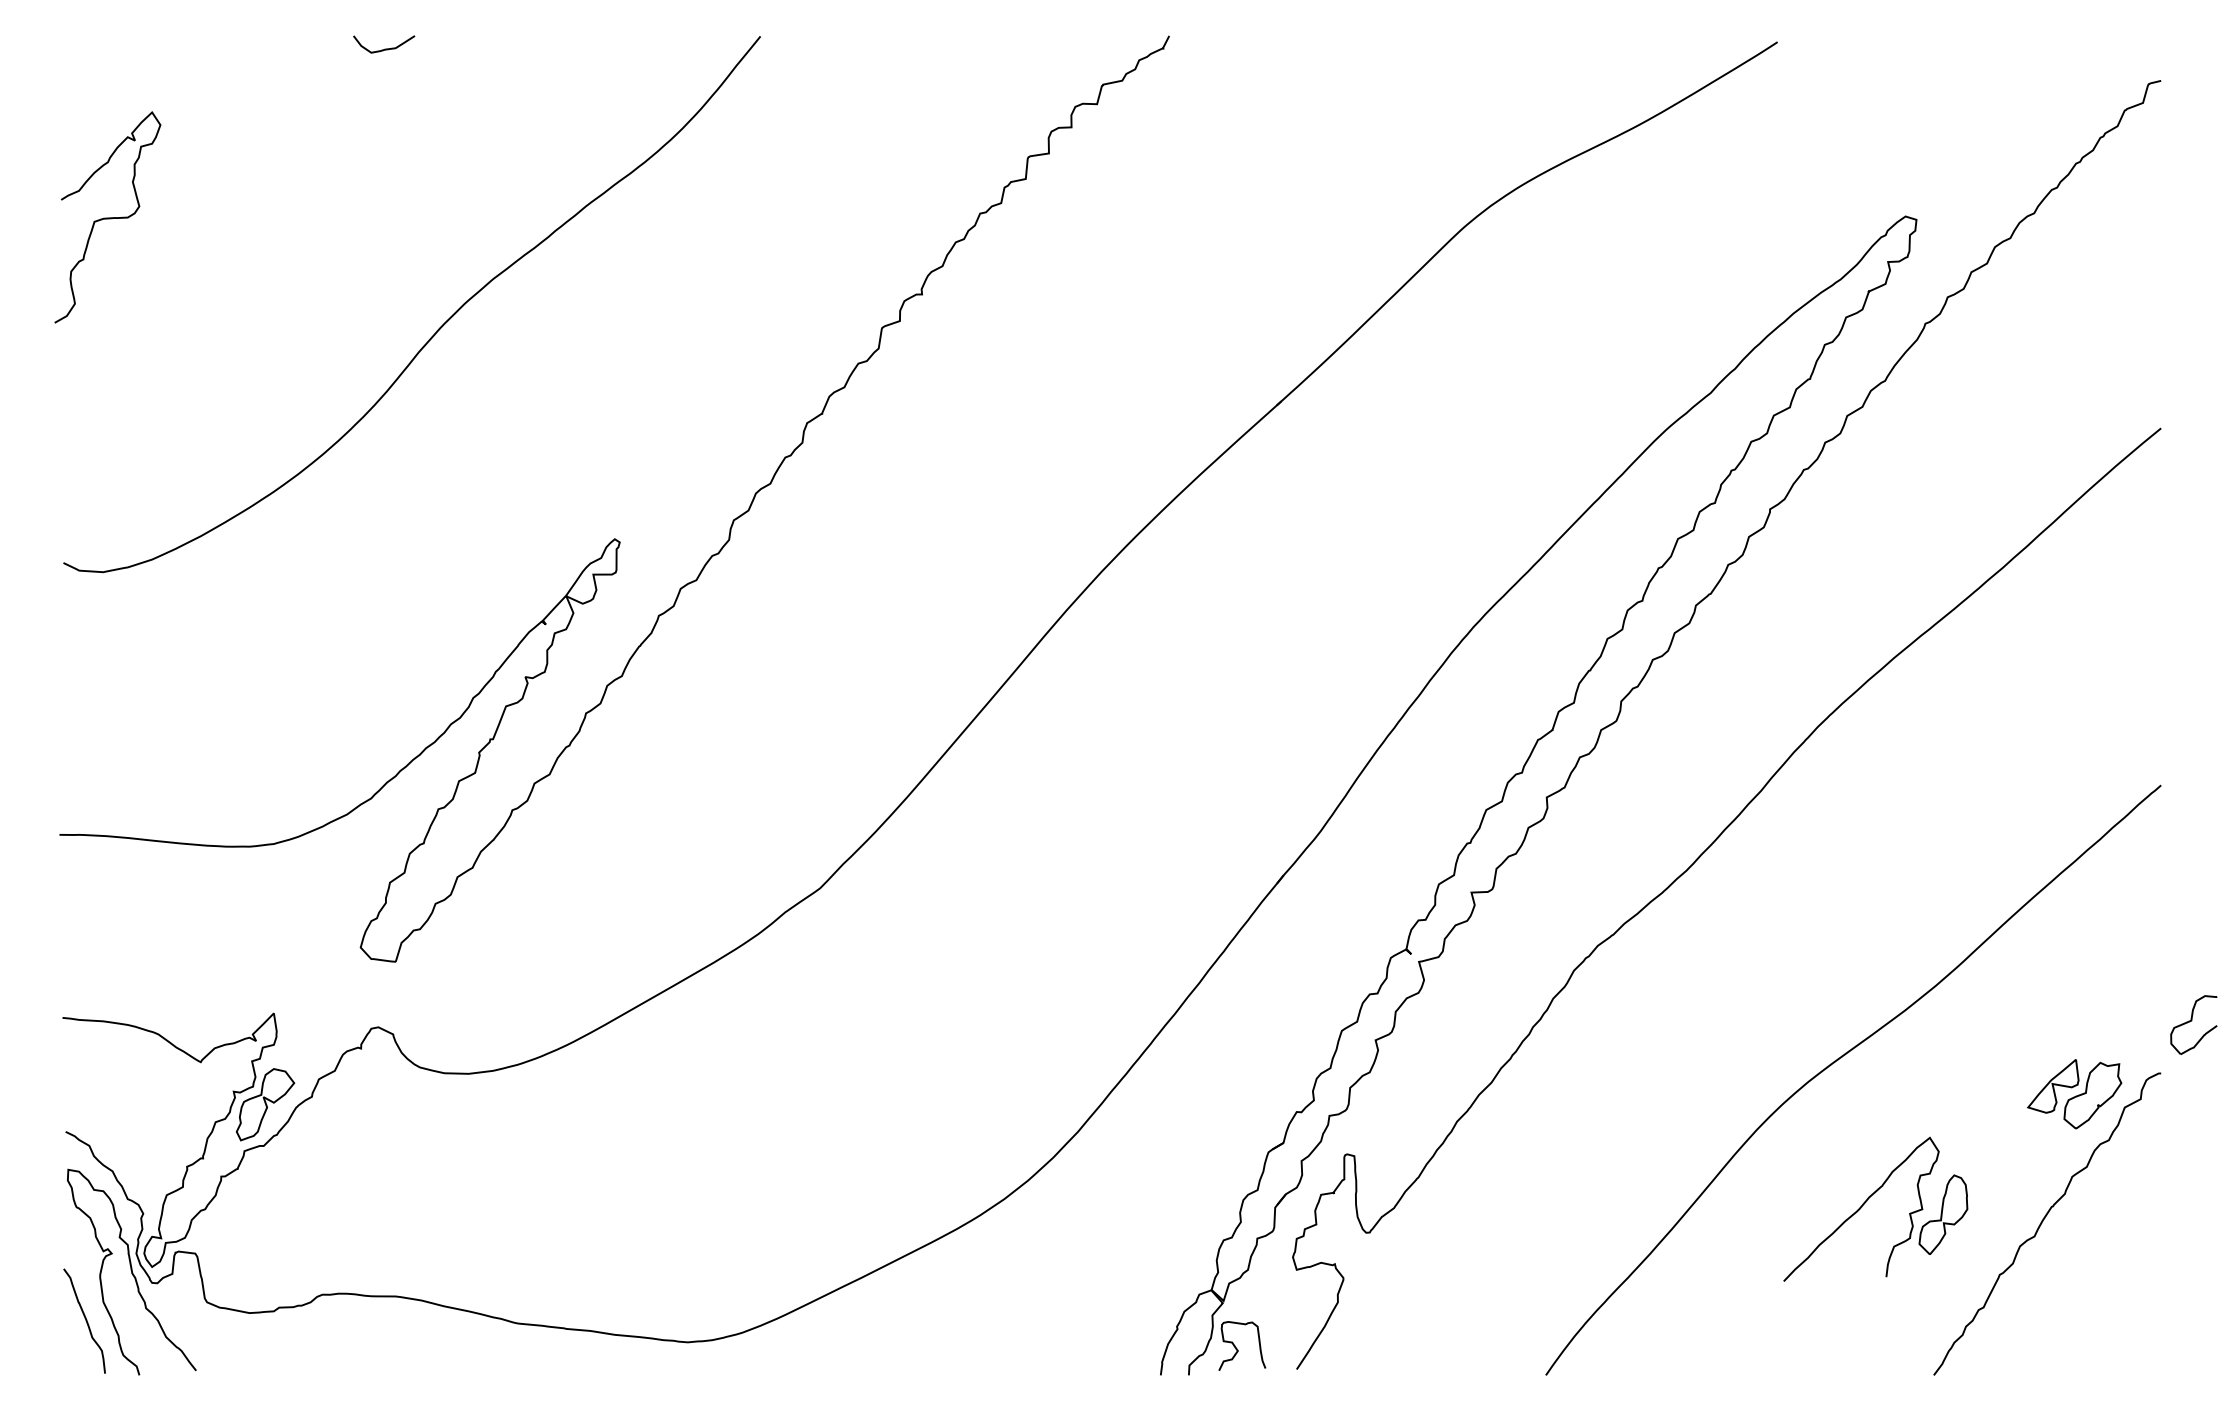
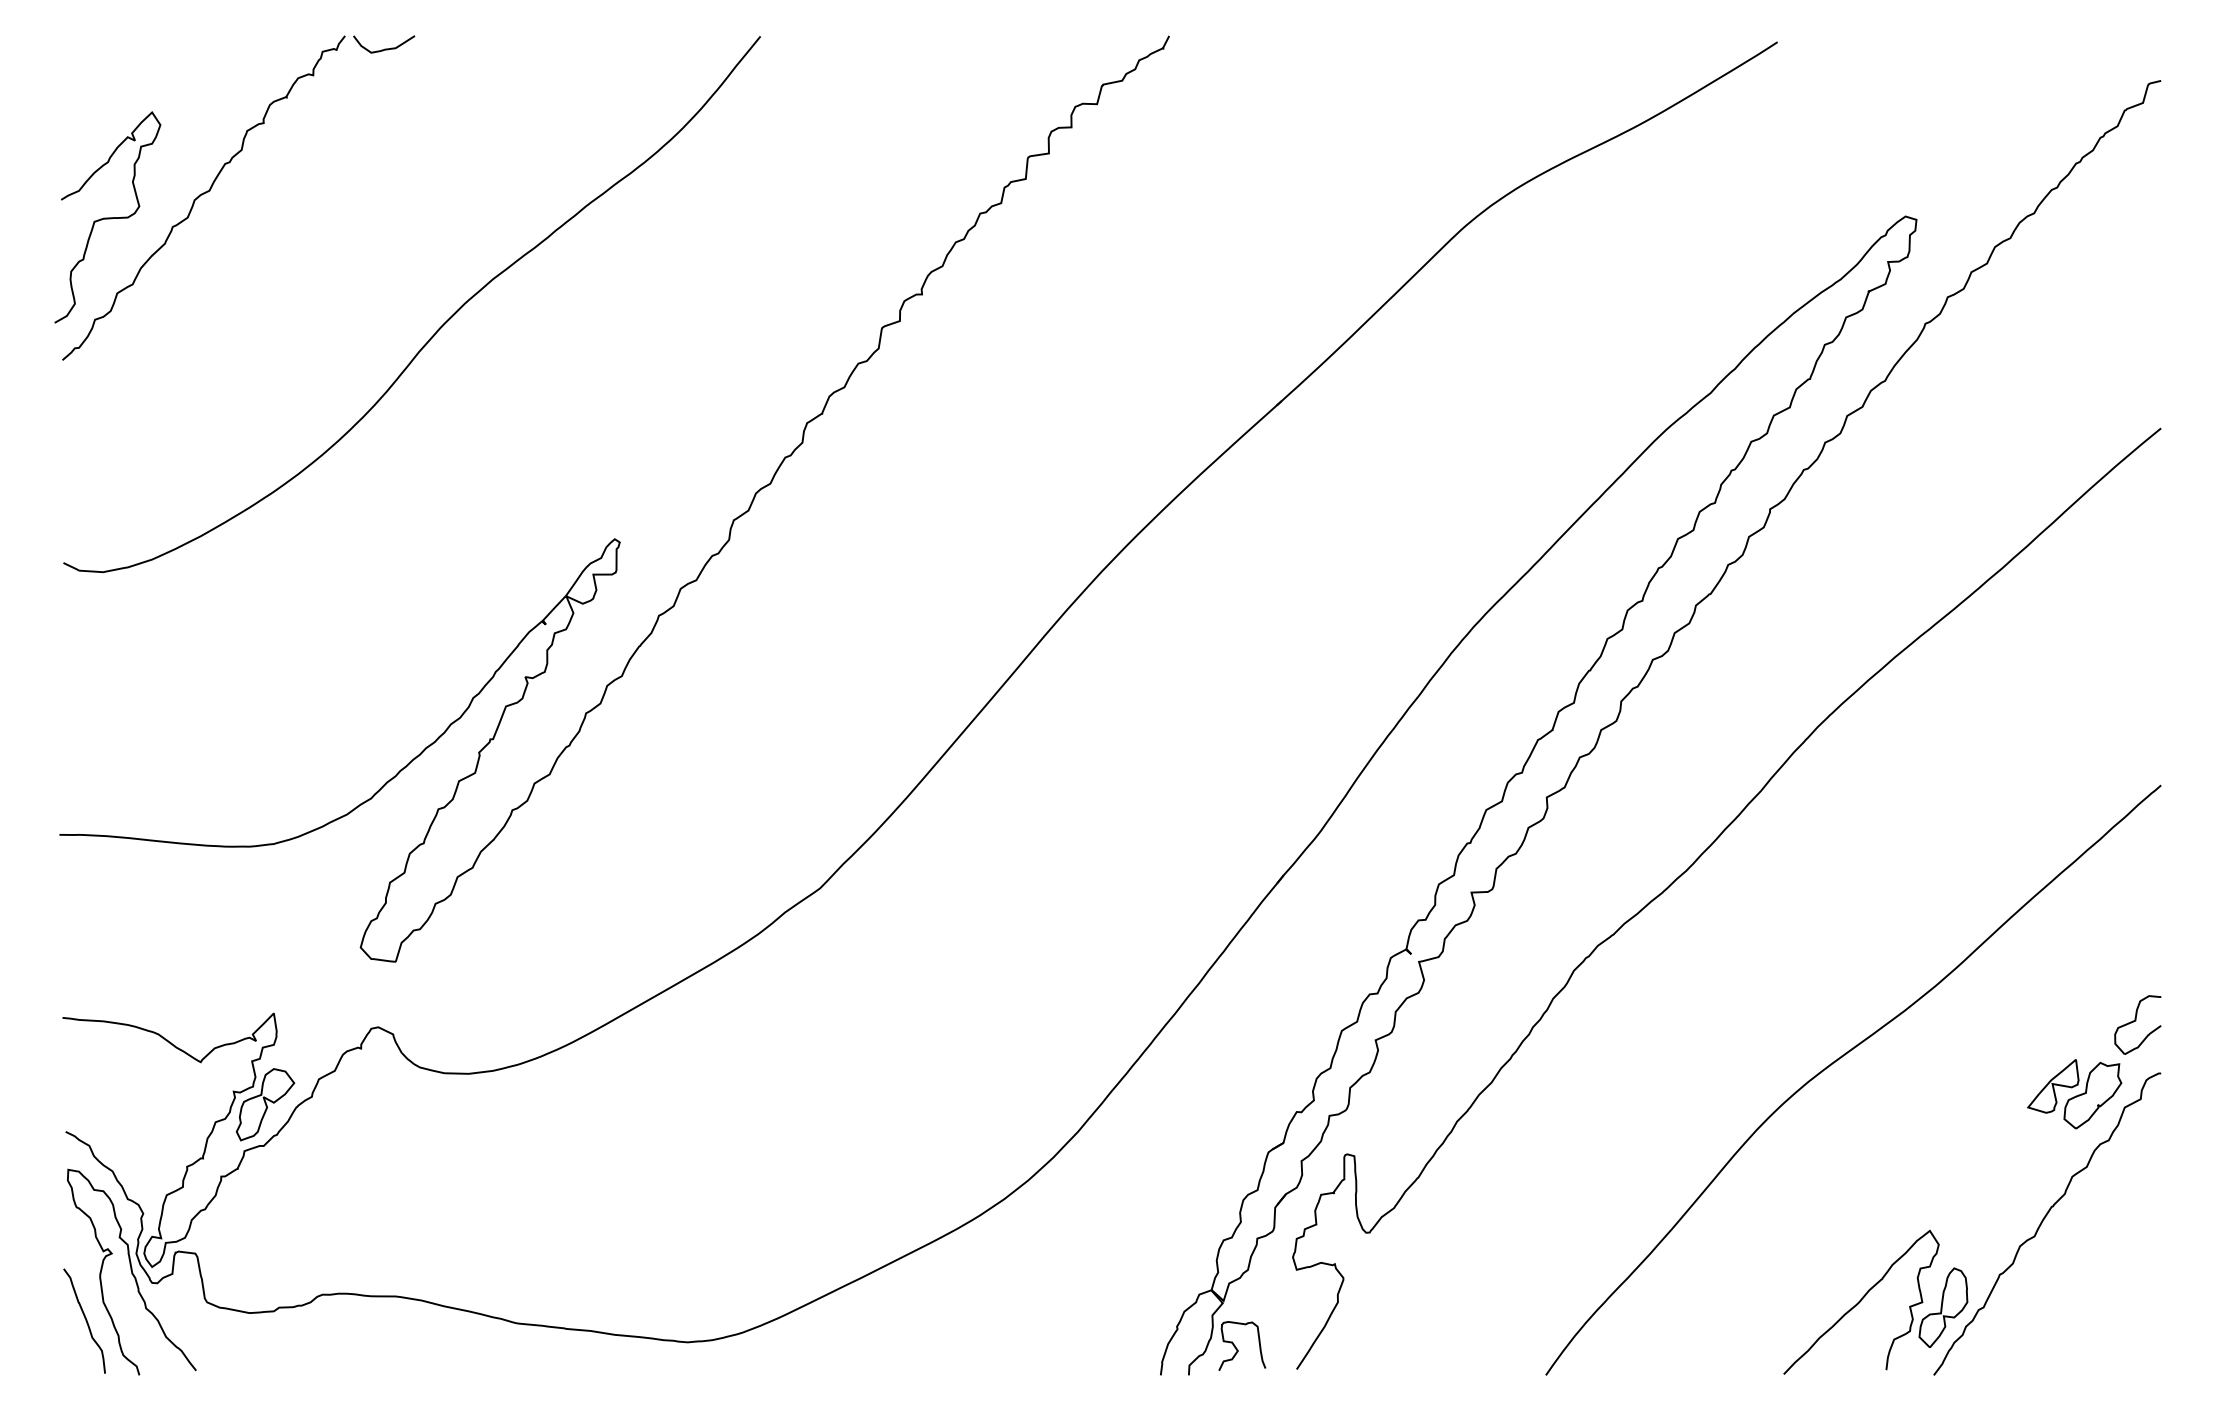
curve at (202, 195): none -> present
part at (2193, 1024) position: (2193, 1024) -> (2137, 1024)
part at (1867, 1201) position: (1867, 1201) -> (1867, 1294)
